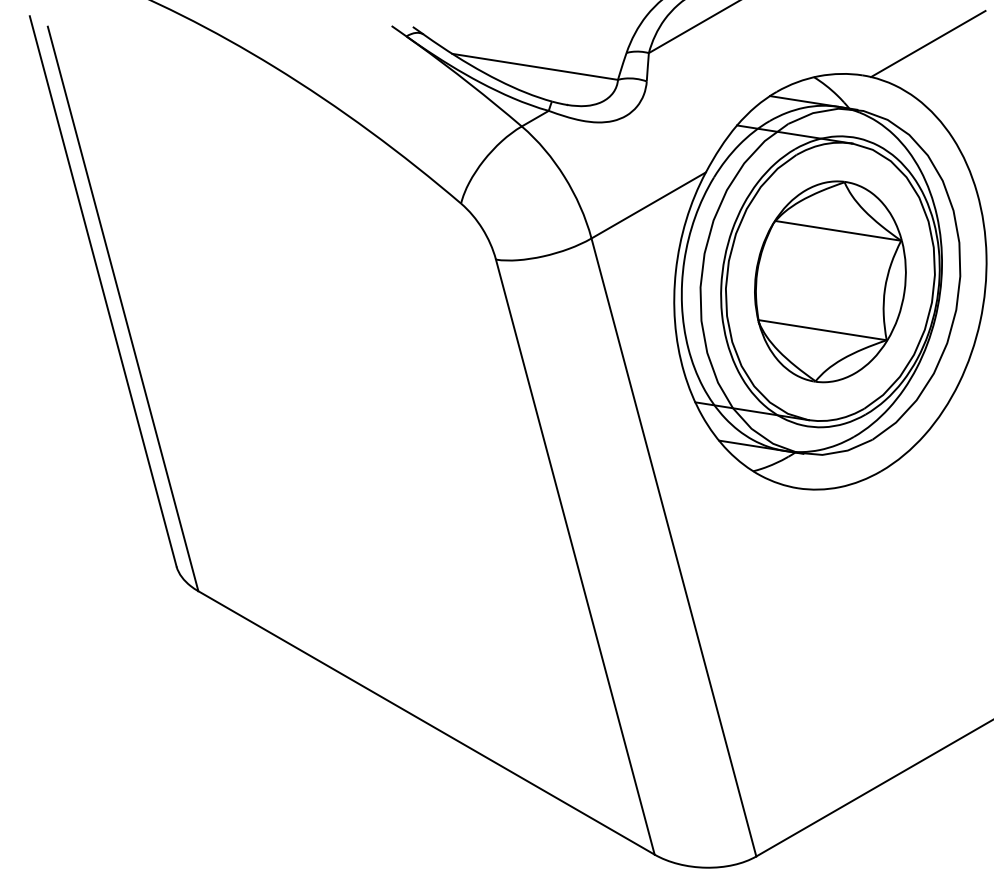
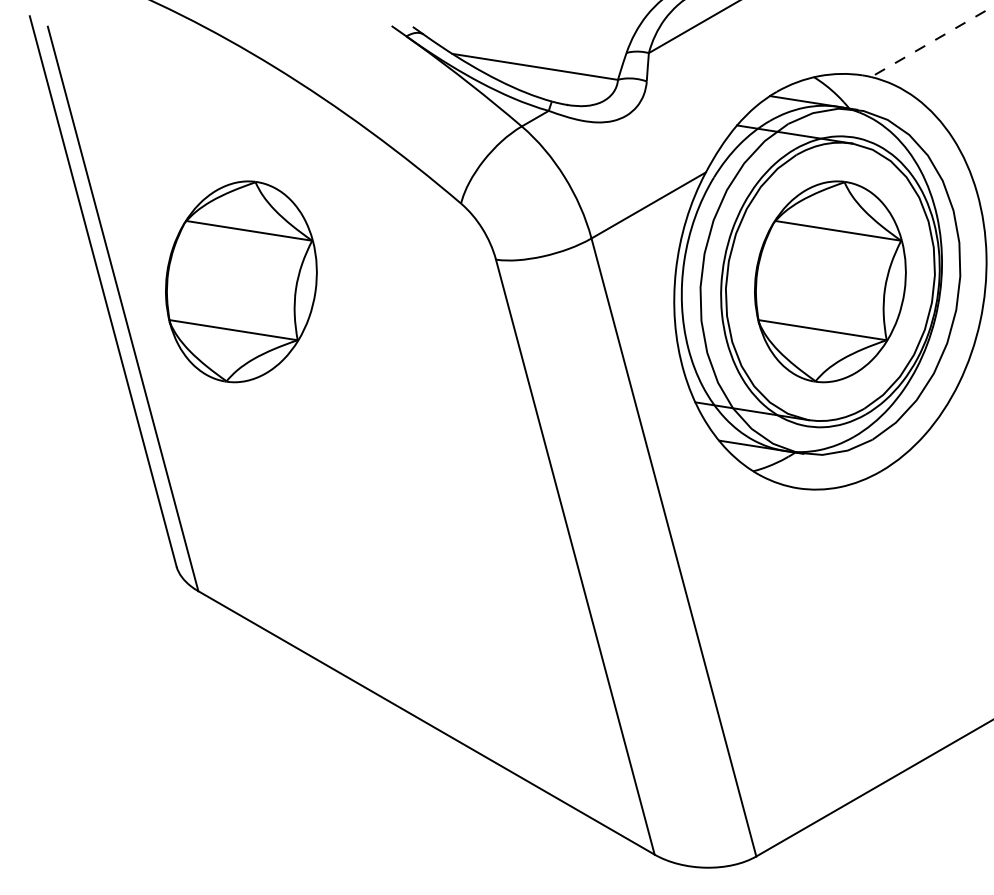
line at (927, 44): solid -> dashed
part at (241, 281): none -> present
